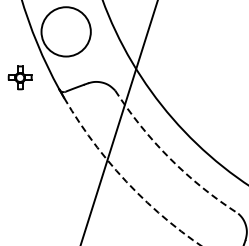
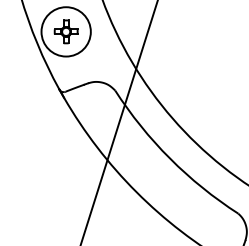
part at (19, 77) position: (19, 77) -> (65, 31)
arc at (170, 158): dashed -> solid
arc at (124, 180): dashed -> solid
